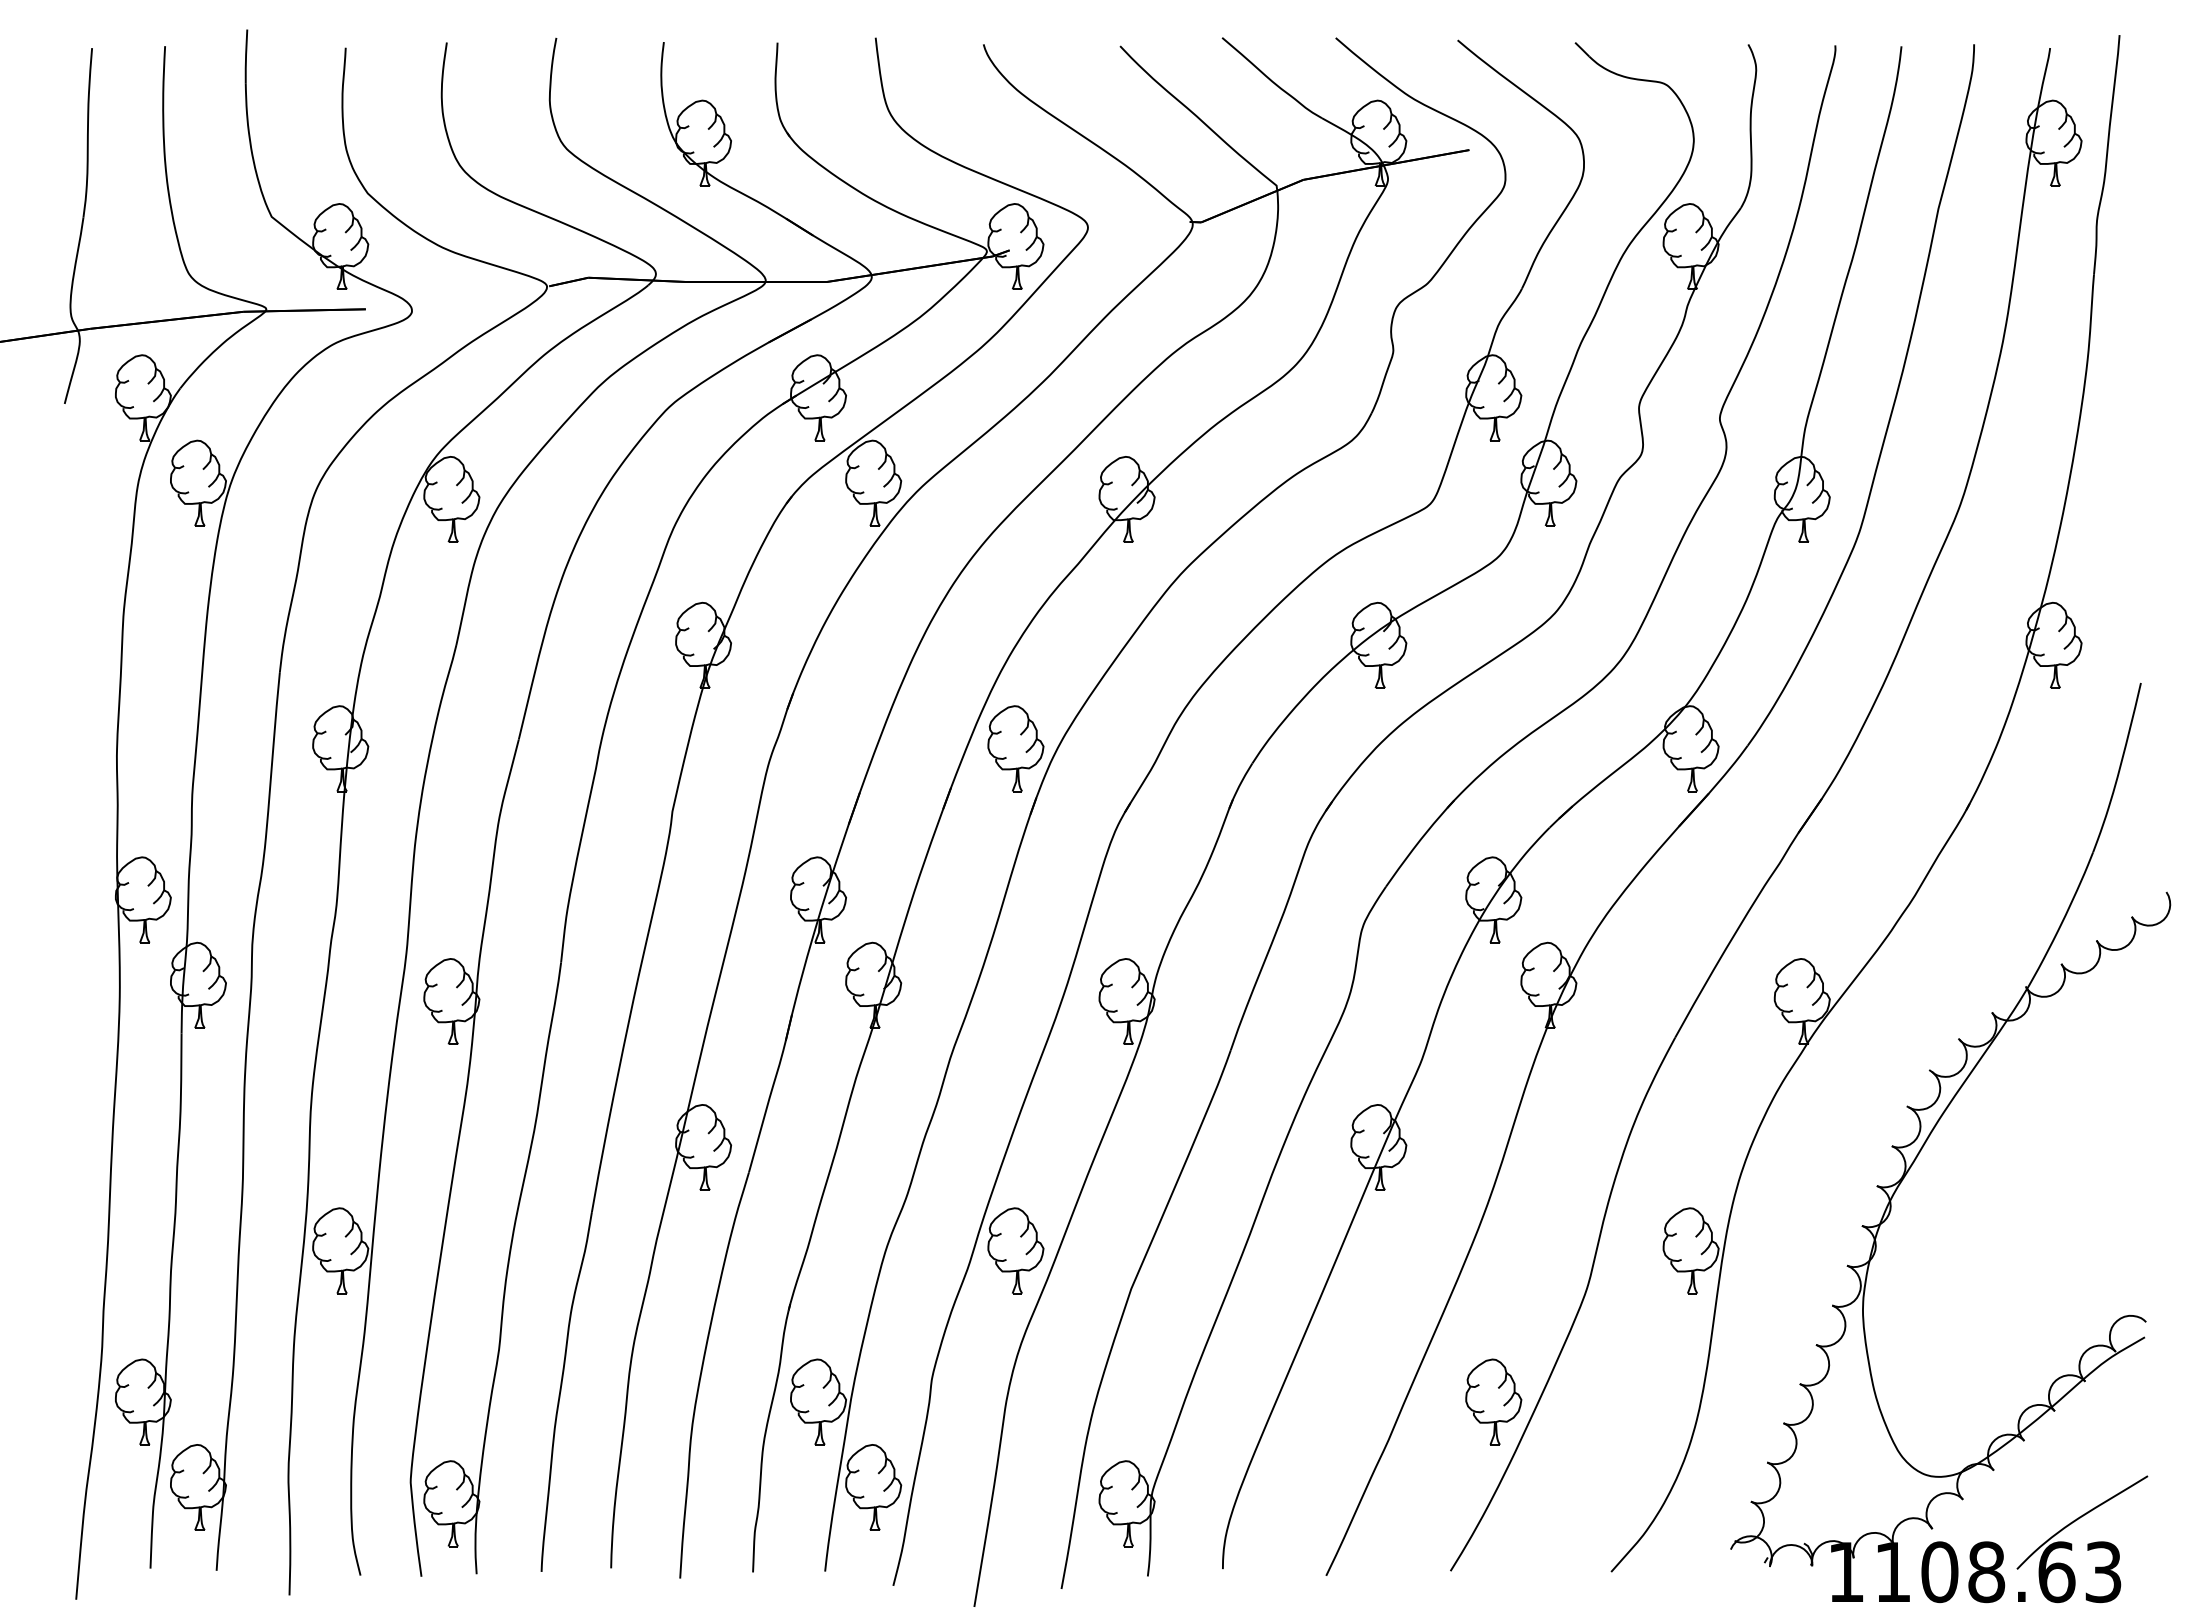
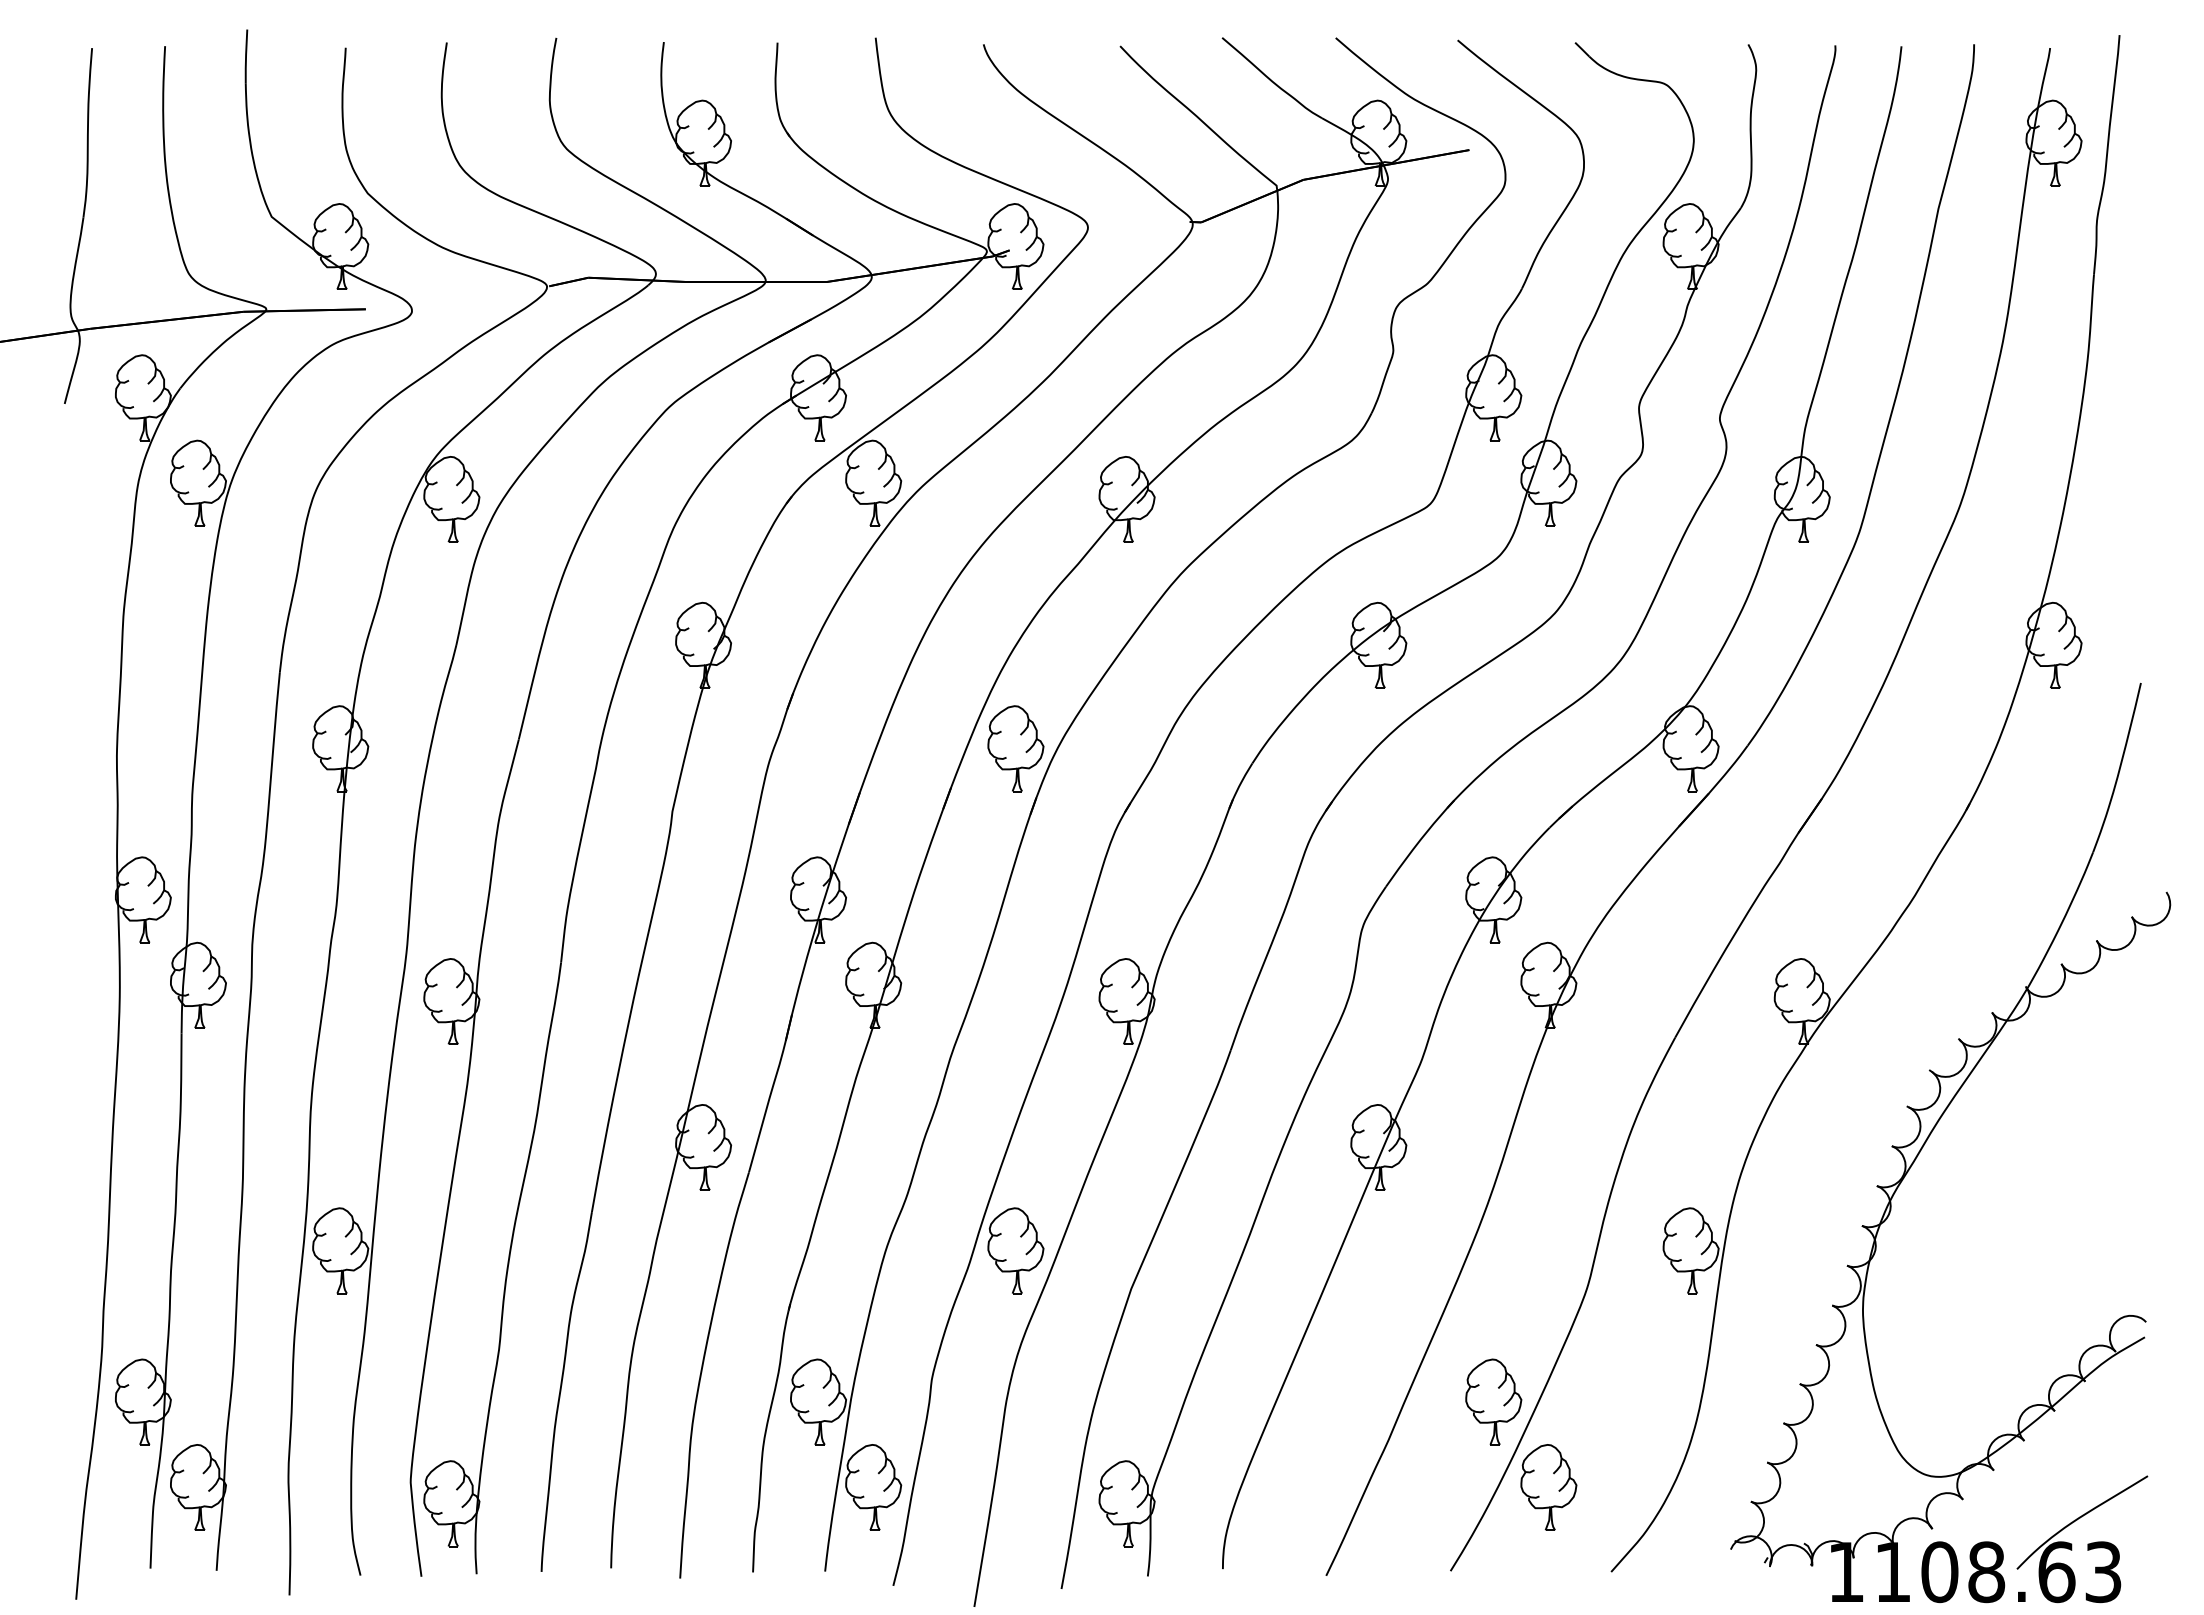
part at (1548, 1487): none -> present
